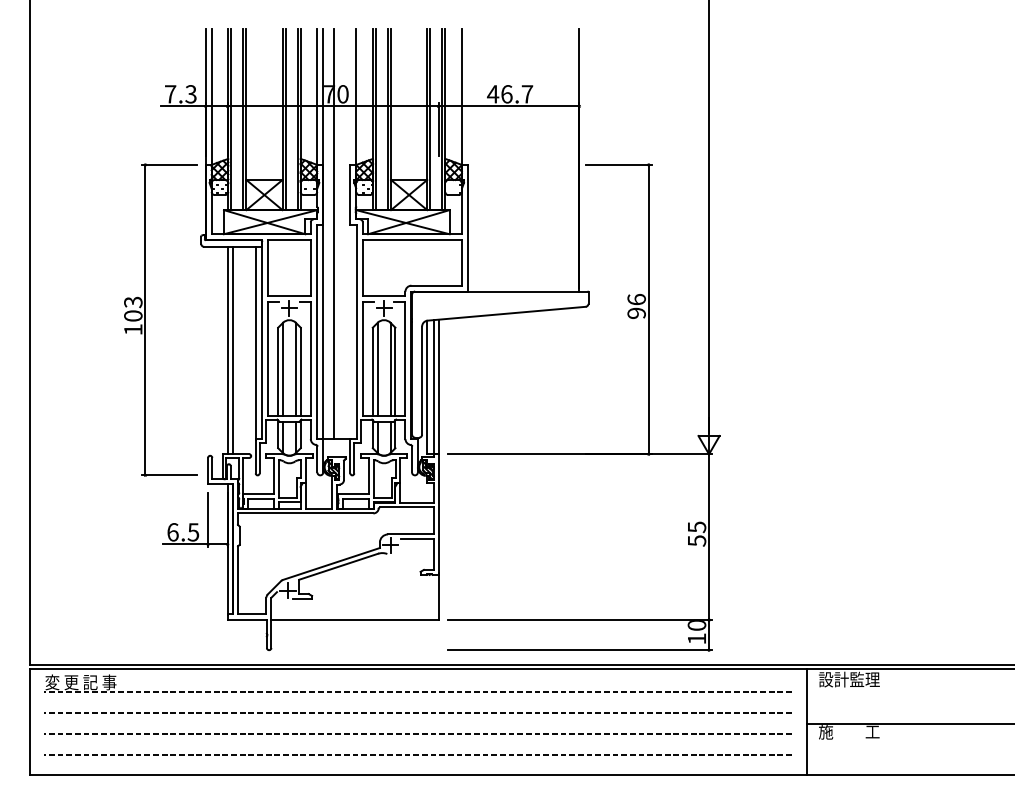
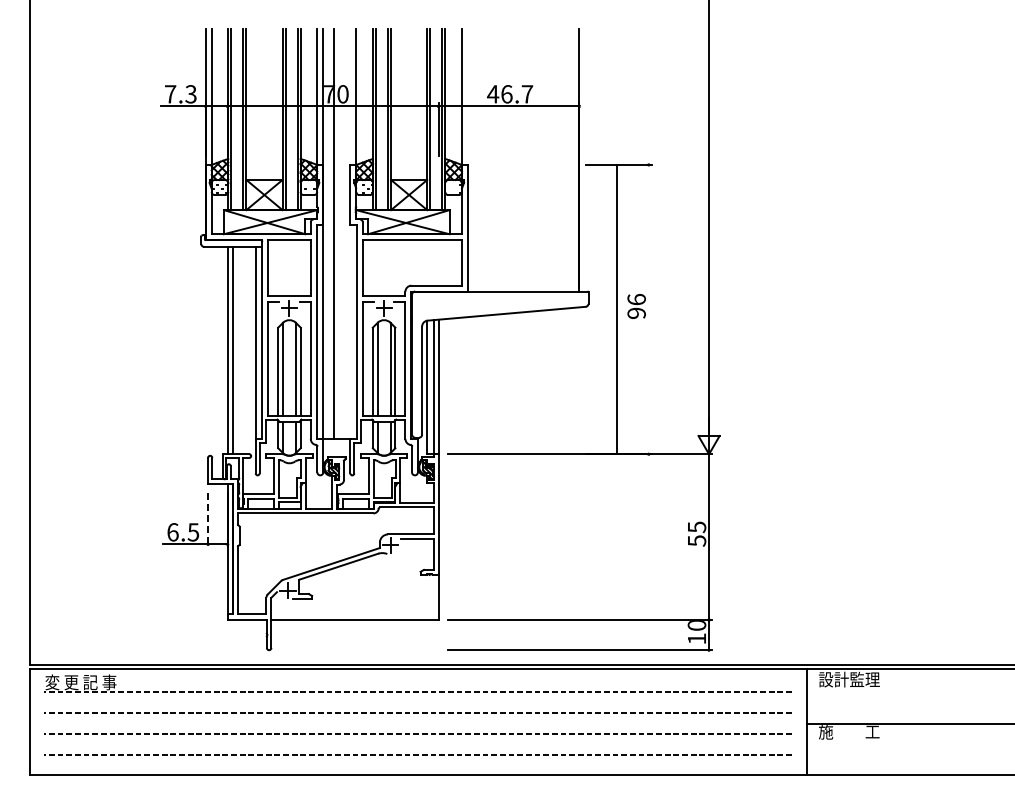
line at (648, 309) position: (648, 309) -> (616, 309)
part at (145, 319): present -> none
line at (208, 520): solid -> dashed
